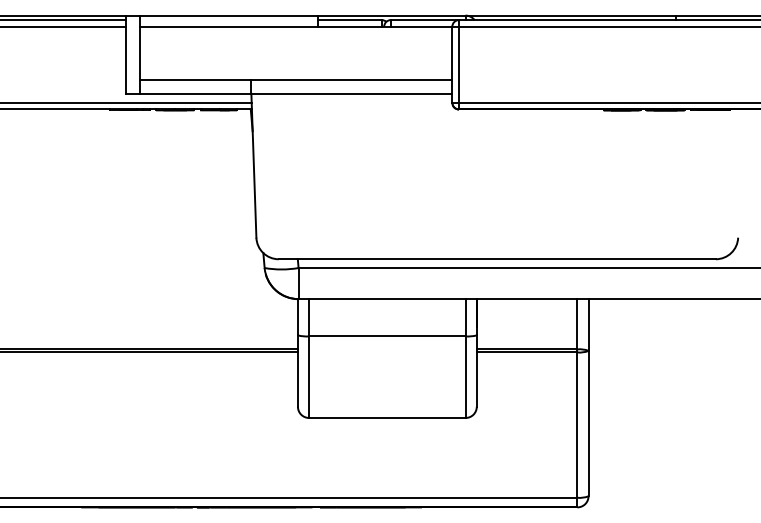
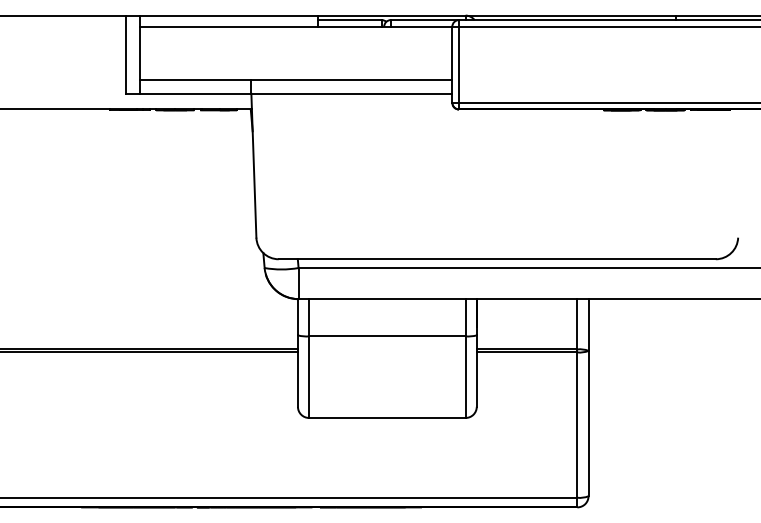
line at (64, 20): present -> none
line at (64, 26): present -> none
line at (126, 102): present -> none
